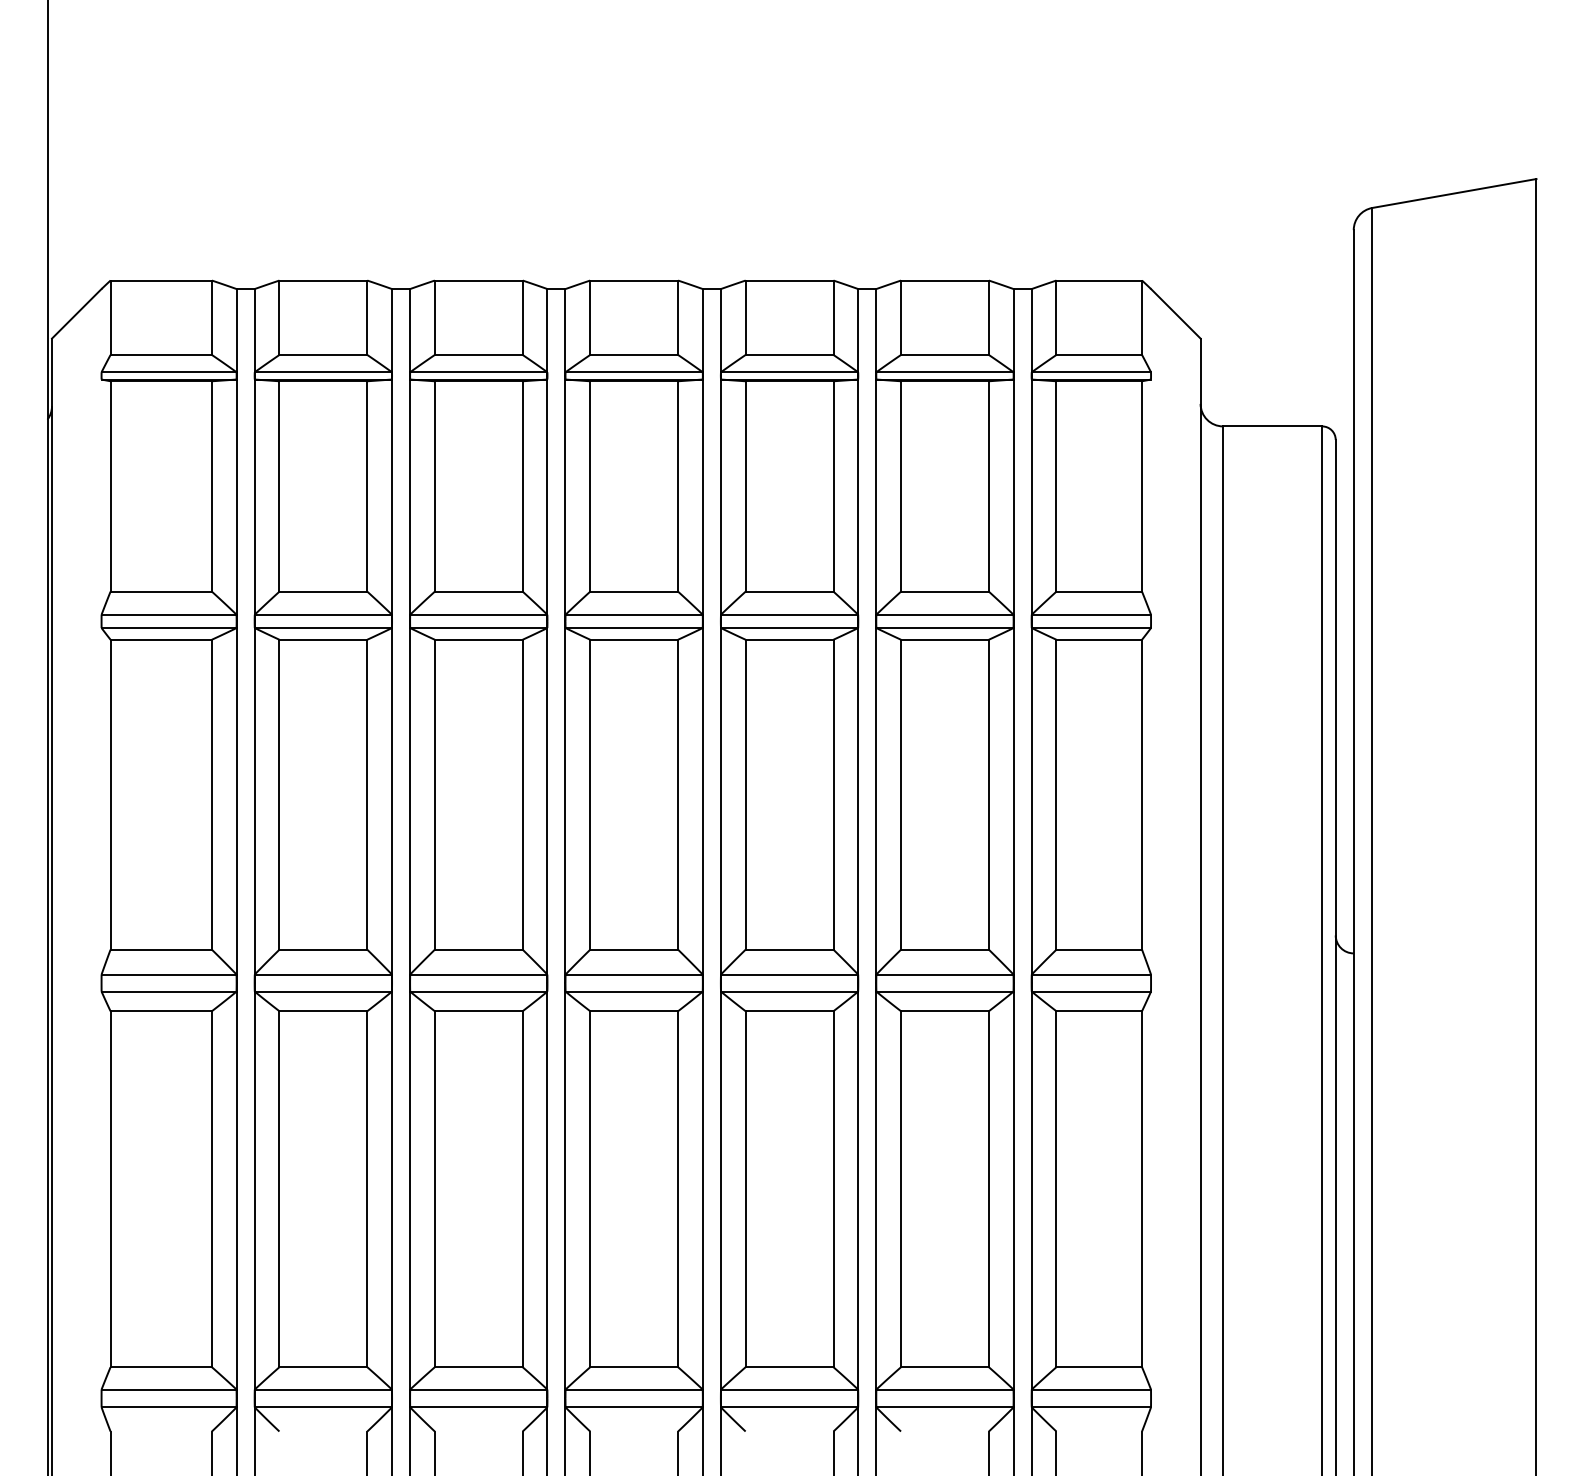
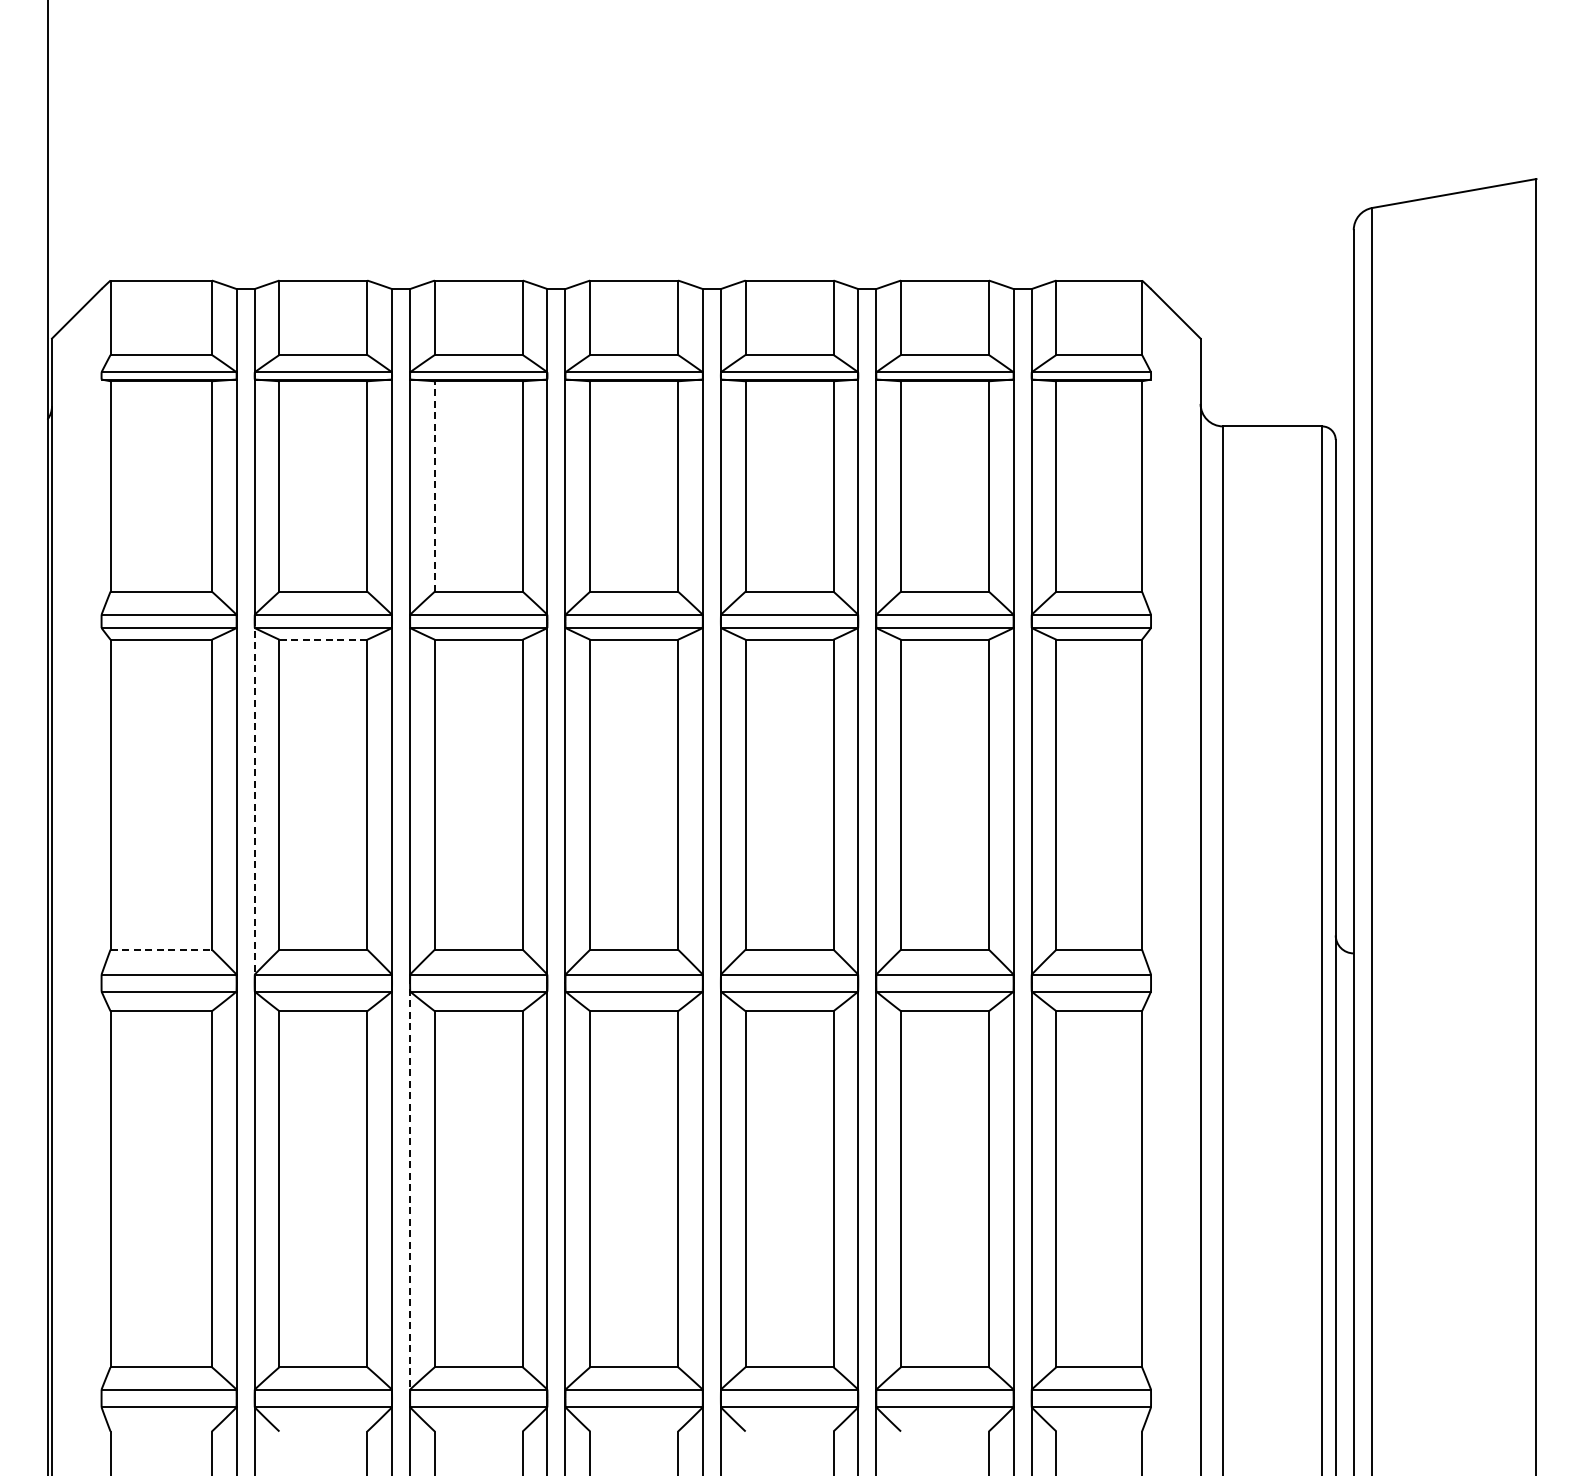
line at (434, 485): solid -> dashed
line at (323, 639): solid -> dashed
line at (254, 802): solid -> dashed
line at (161, 949): solid -> dashed
line at (410, 1190): solid -> dashed
